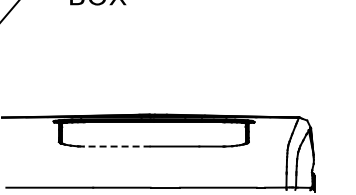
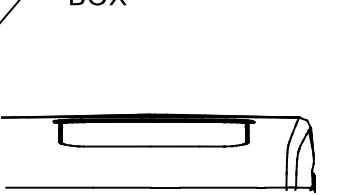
line at (116, 146): dashed -> solid
